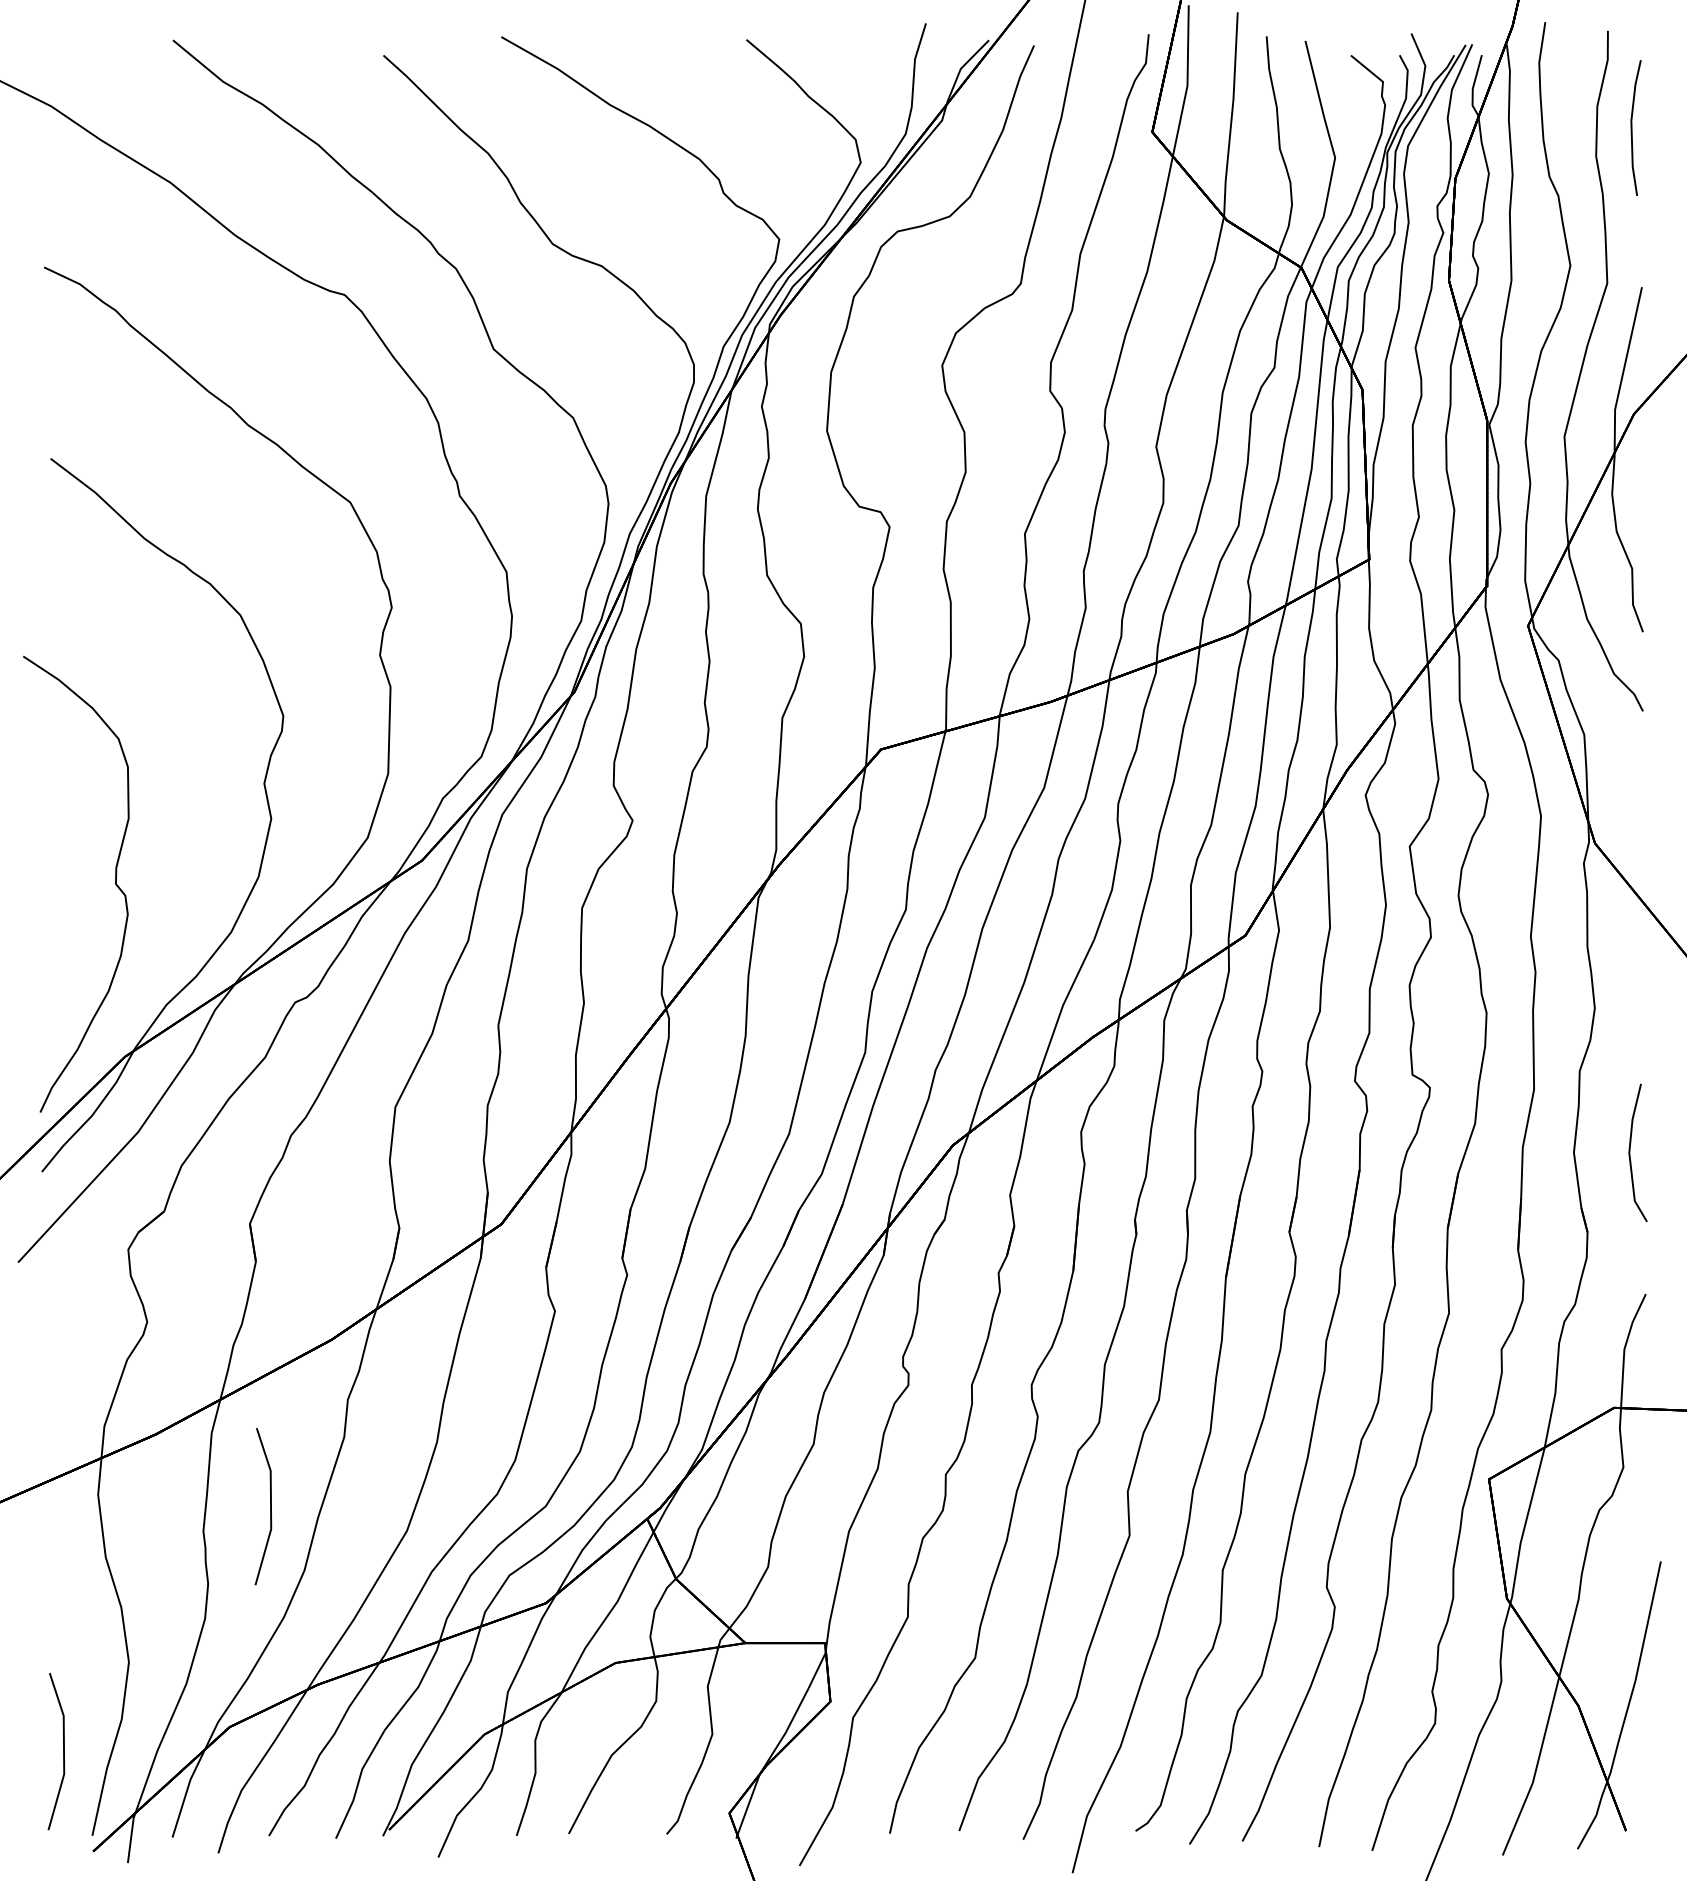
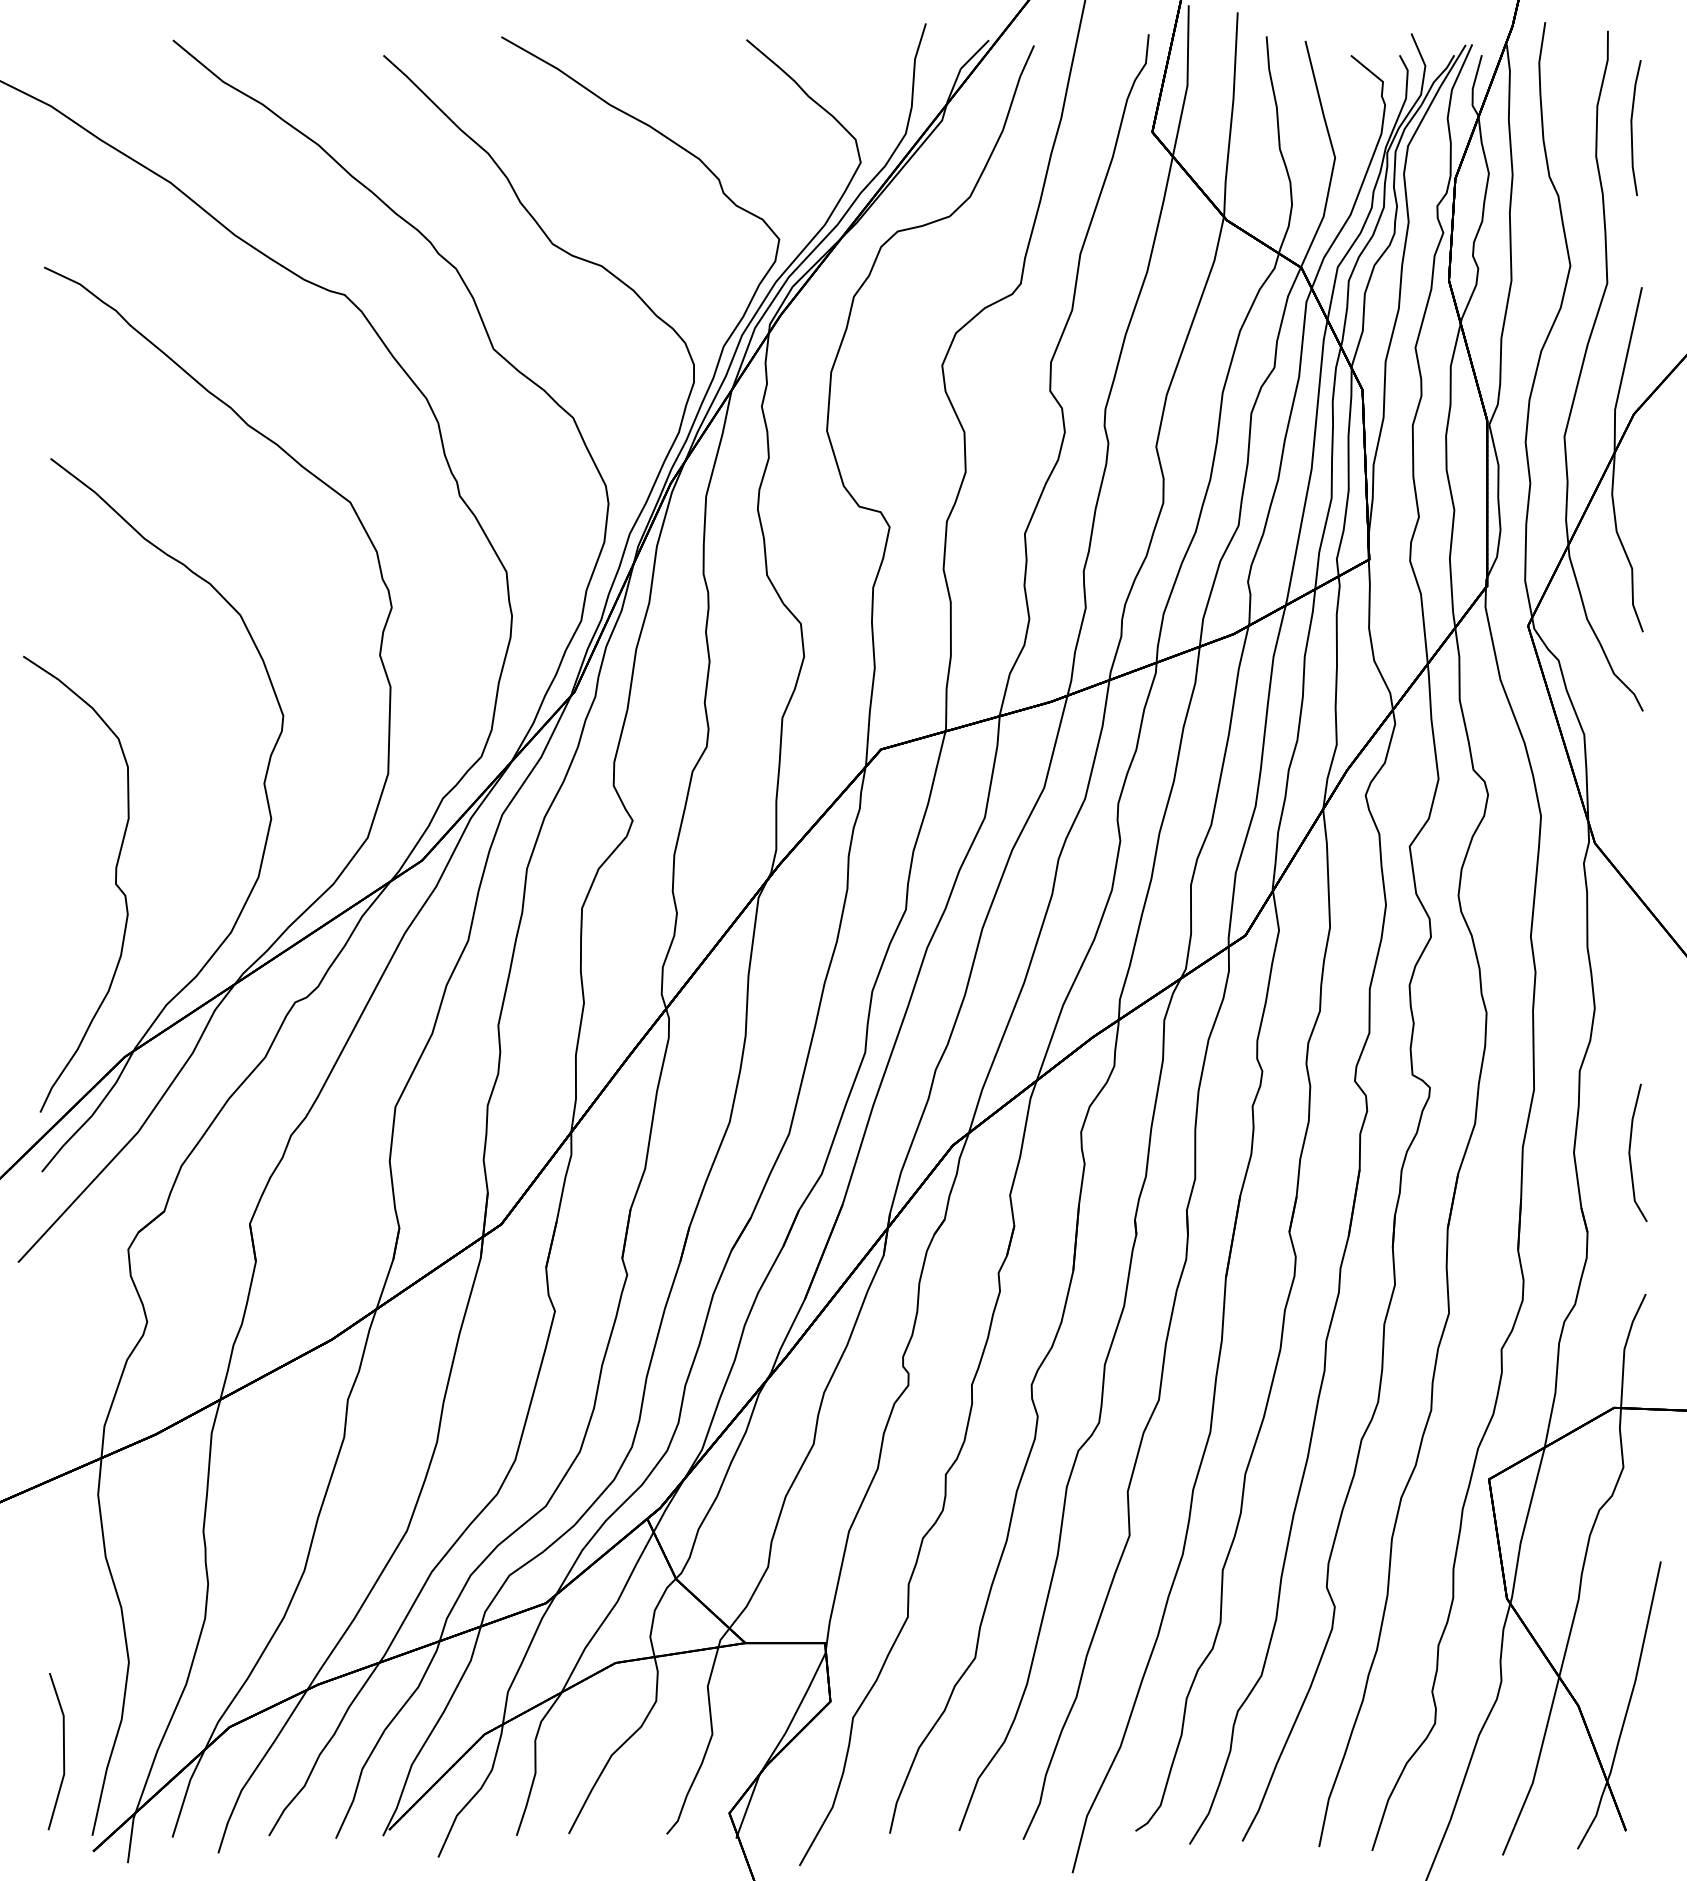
line at (270, 1506): present -> none
